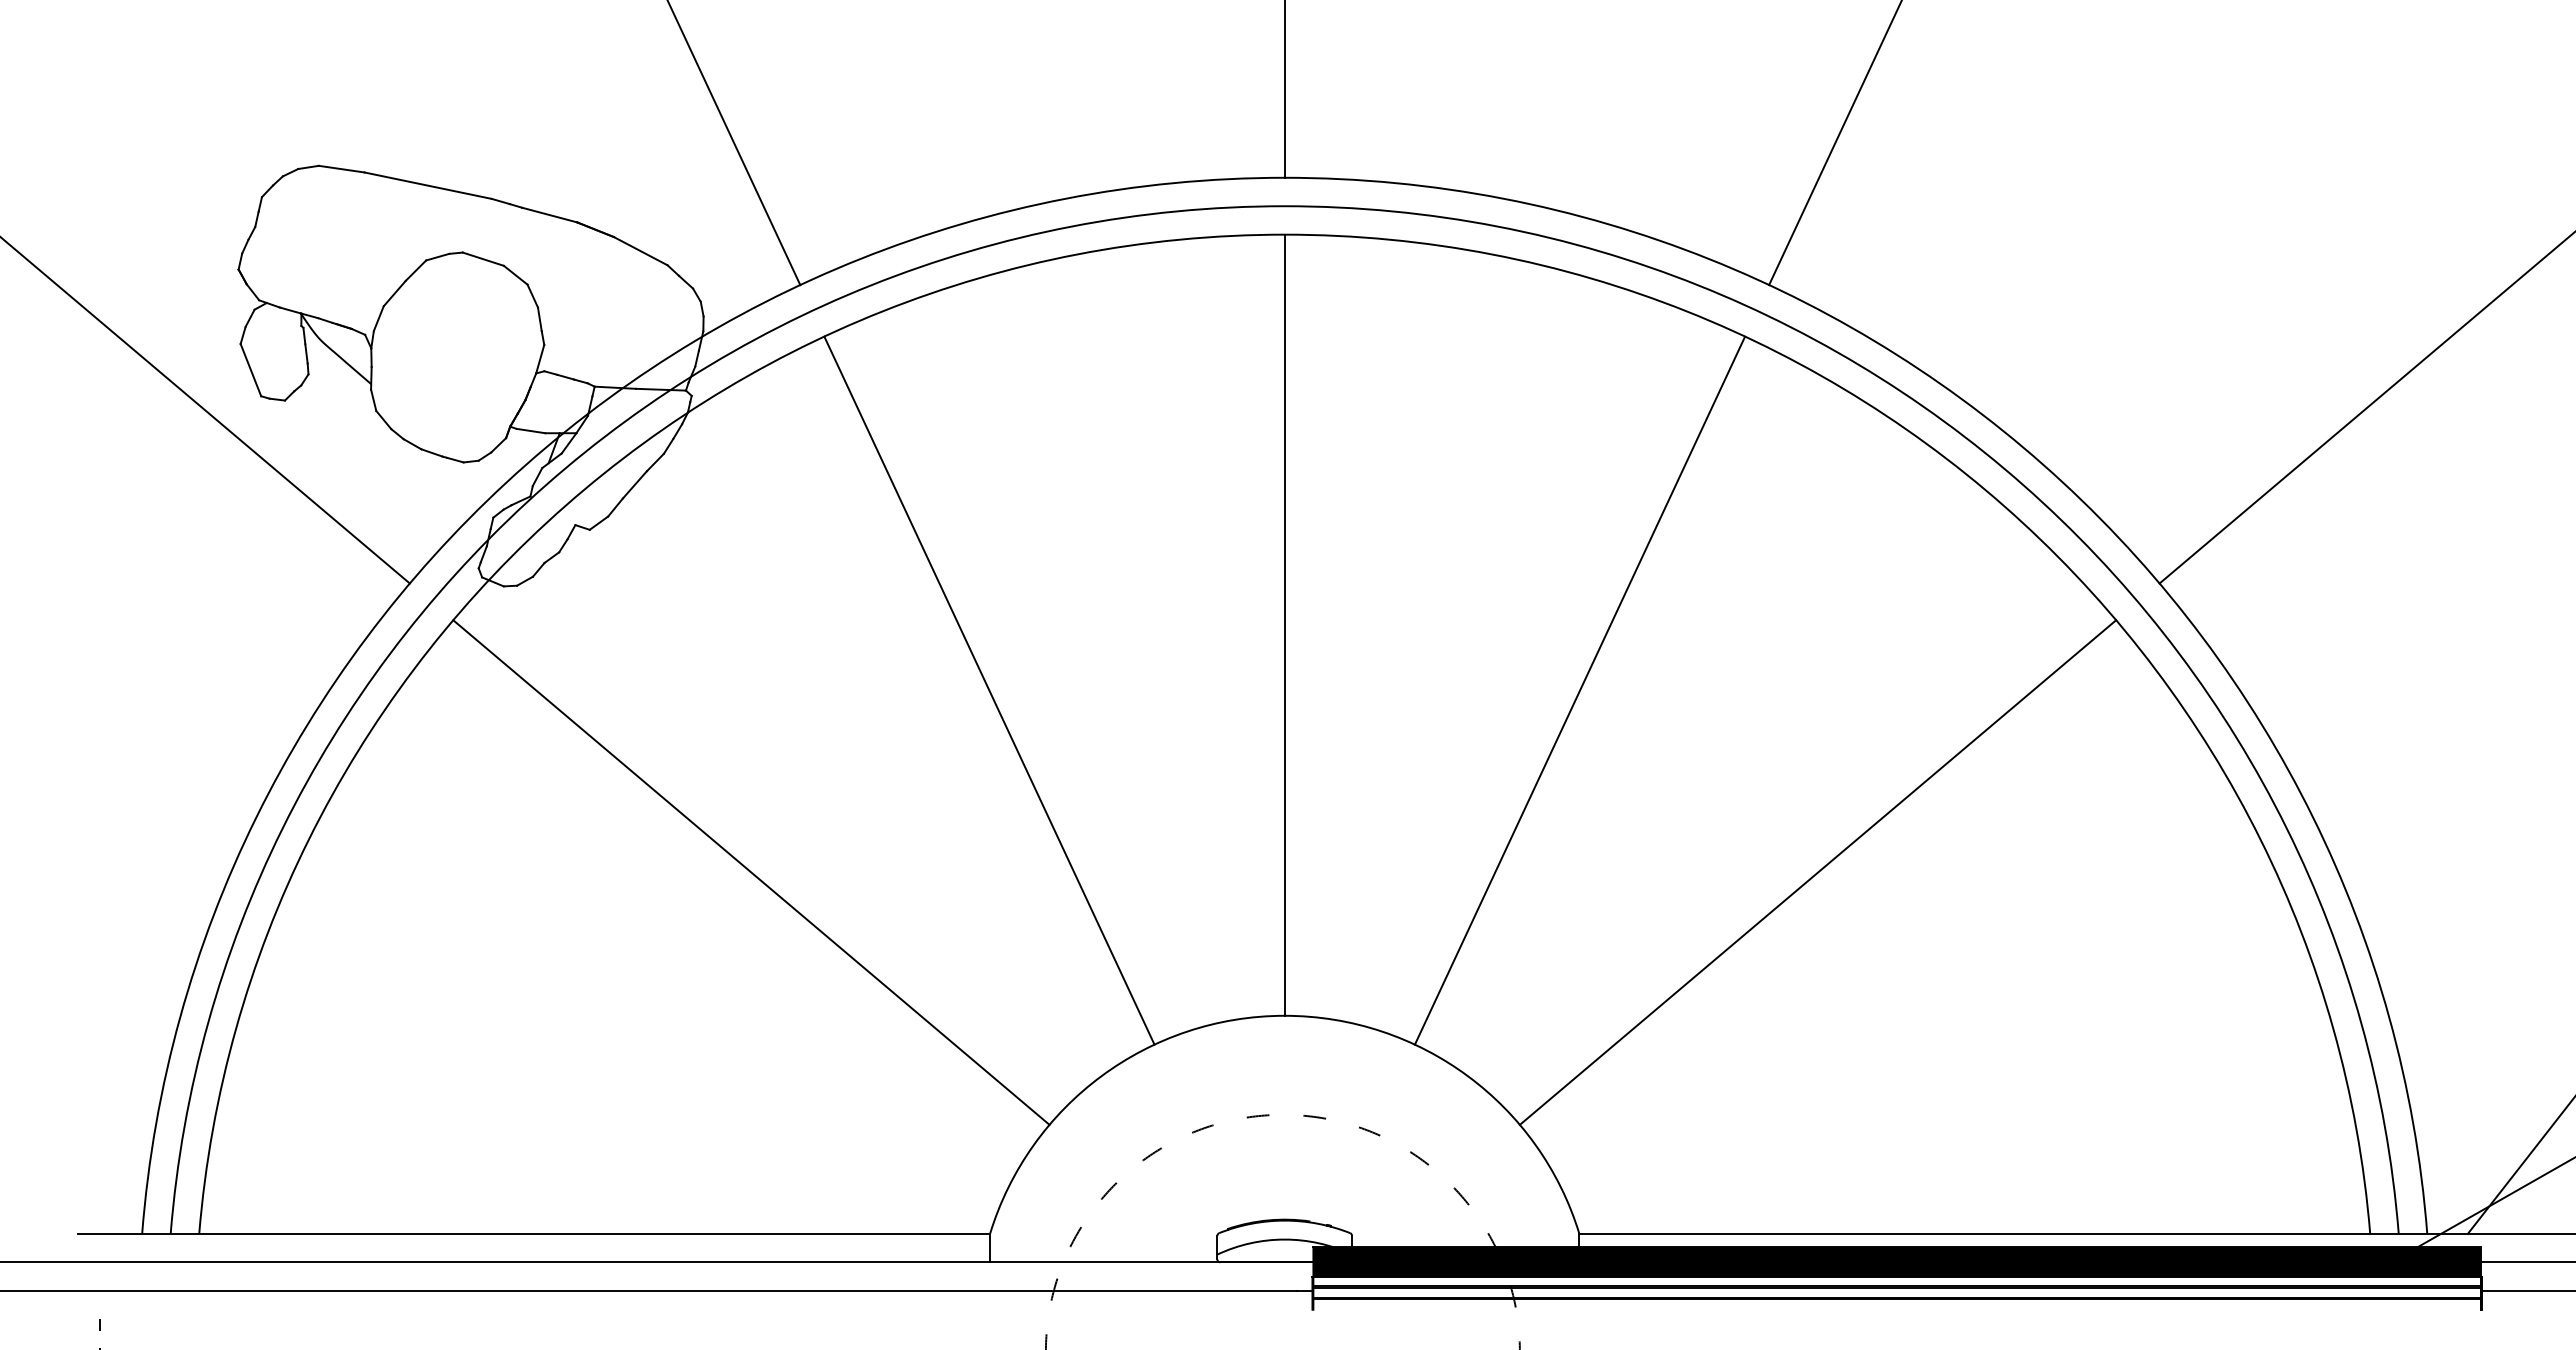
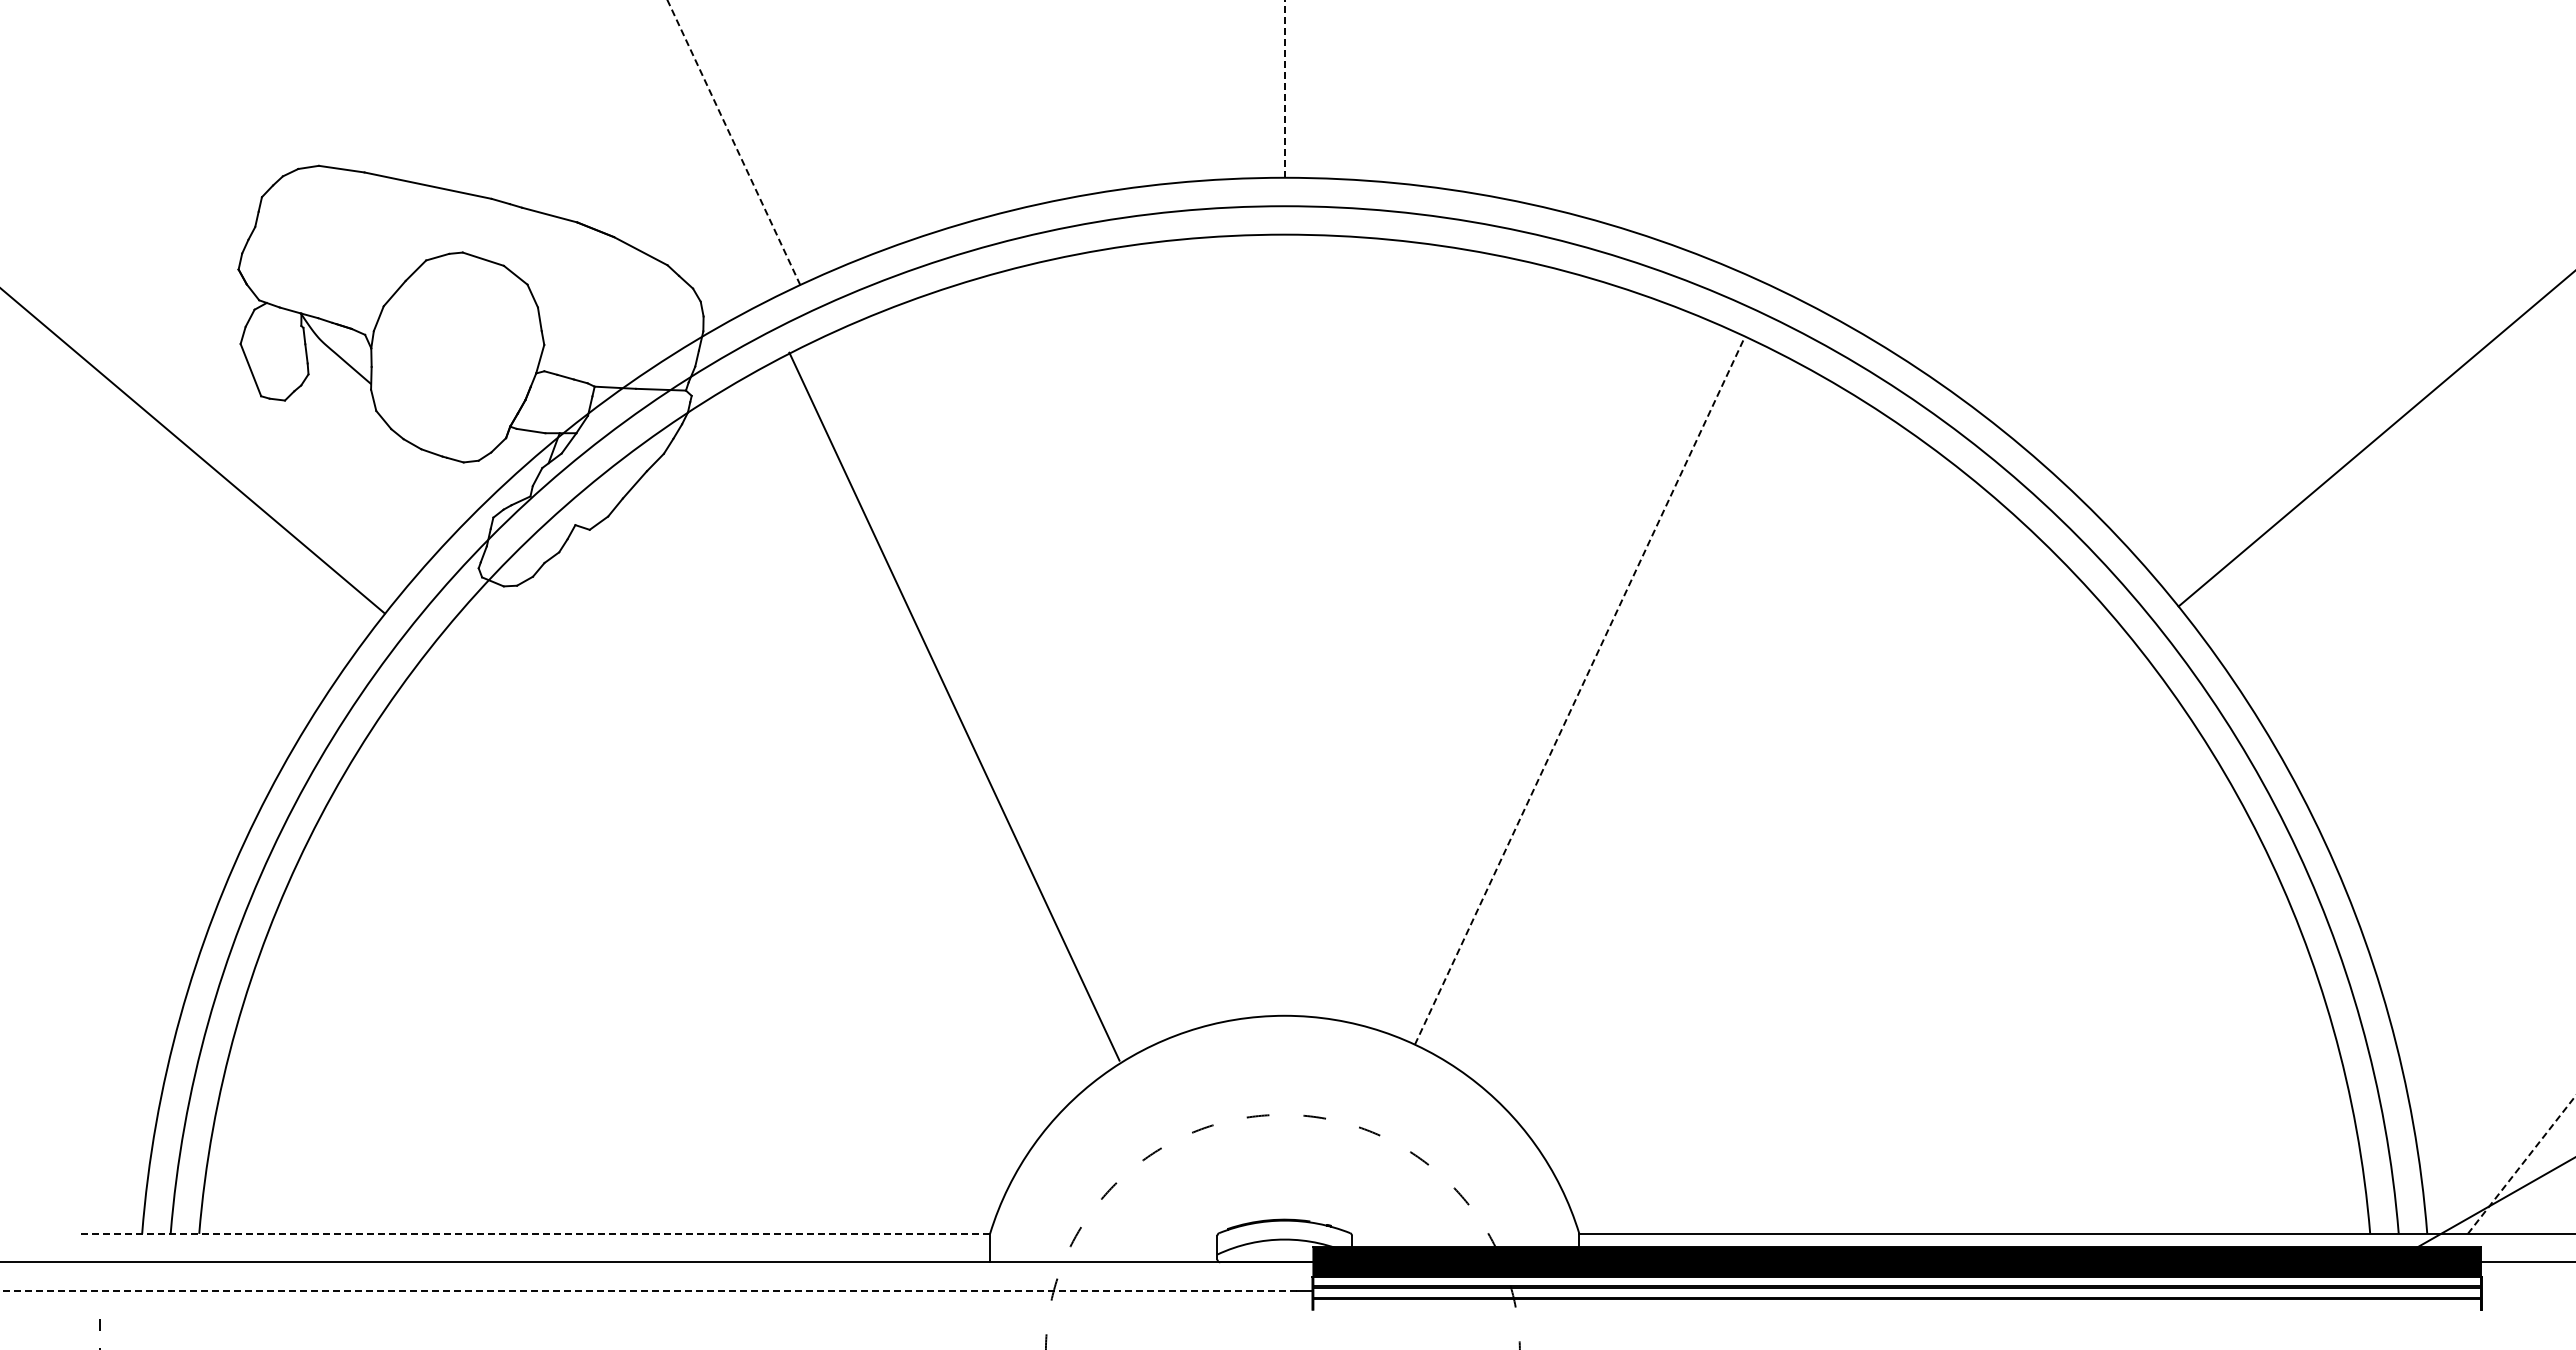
line at (1284, 88): solid -> dashed
line at (733, 142): solid -> dashed
line at (1835, 143): present -> none
line at (2365, 408) position: (2365, 408) -> (2375, 439)
line at (205, 410) position: (205, 410) -> (193, 451)
line at (1284, 624): present -> none
line at (989, 690) position: (989, 690) -> (954, 706)
line at (1579, 690): solid -> dashed
line at (751, 872): present -> none
line at (1817, 872): present -> none
line at (2522, 1164): solid -> dashed
line at (533, 1233): solid -> dashed
line at (647, 1290): solid -> dashed
line at (2527, 1290): present -> none
